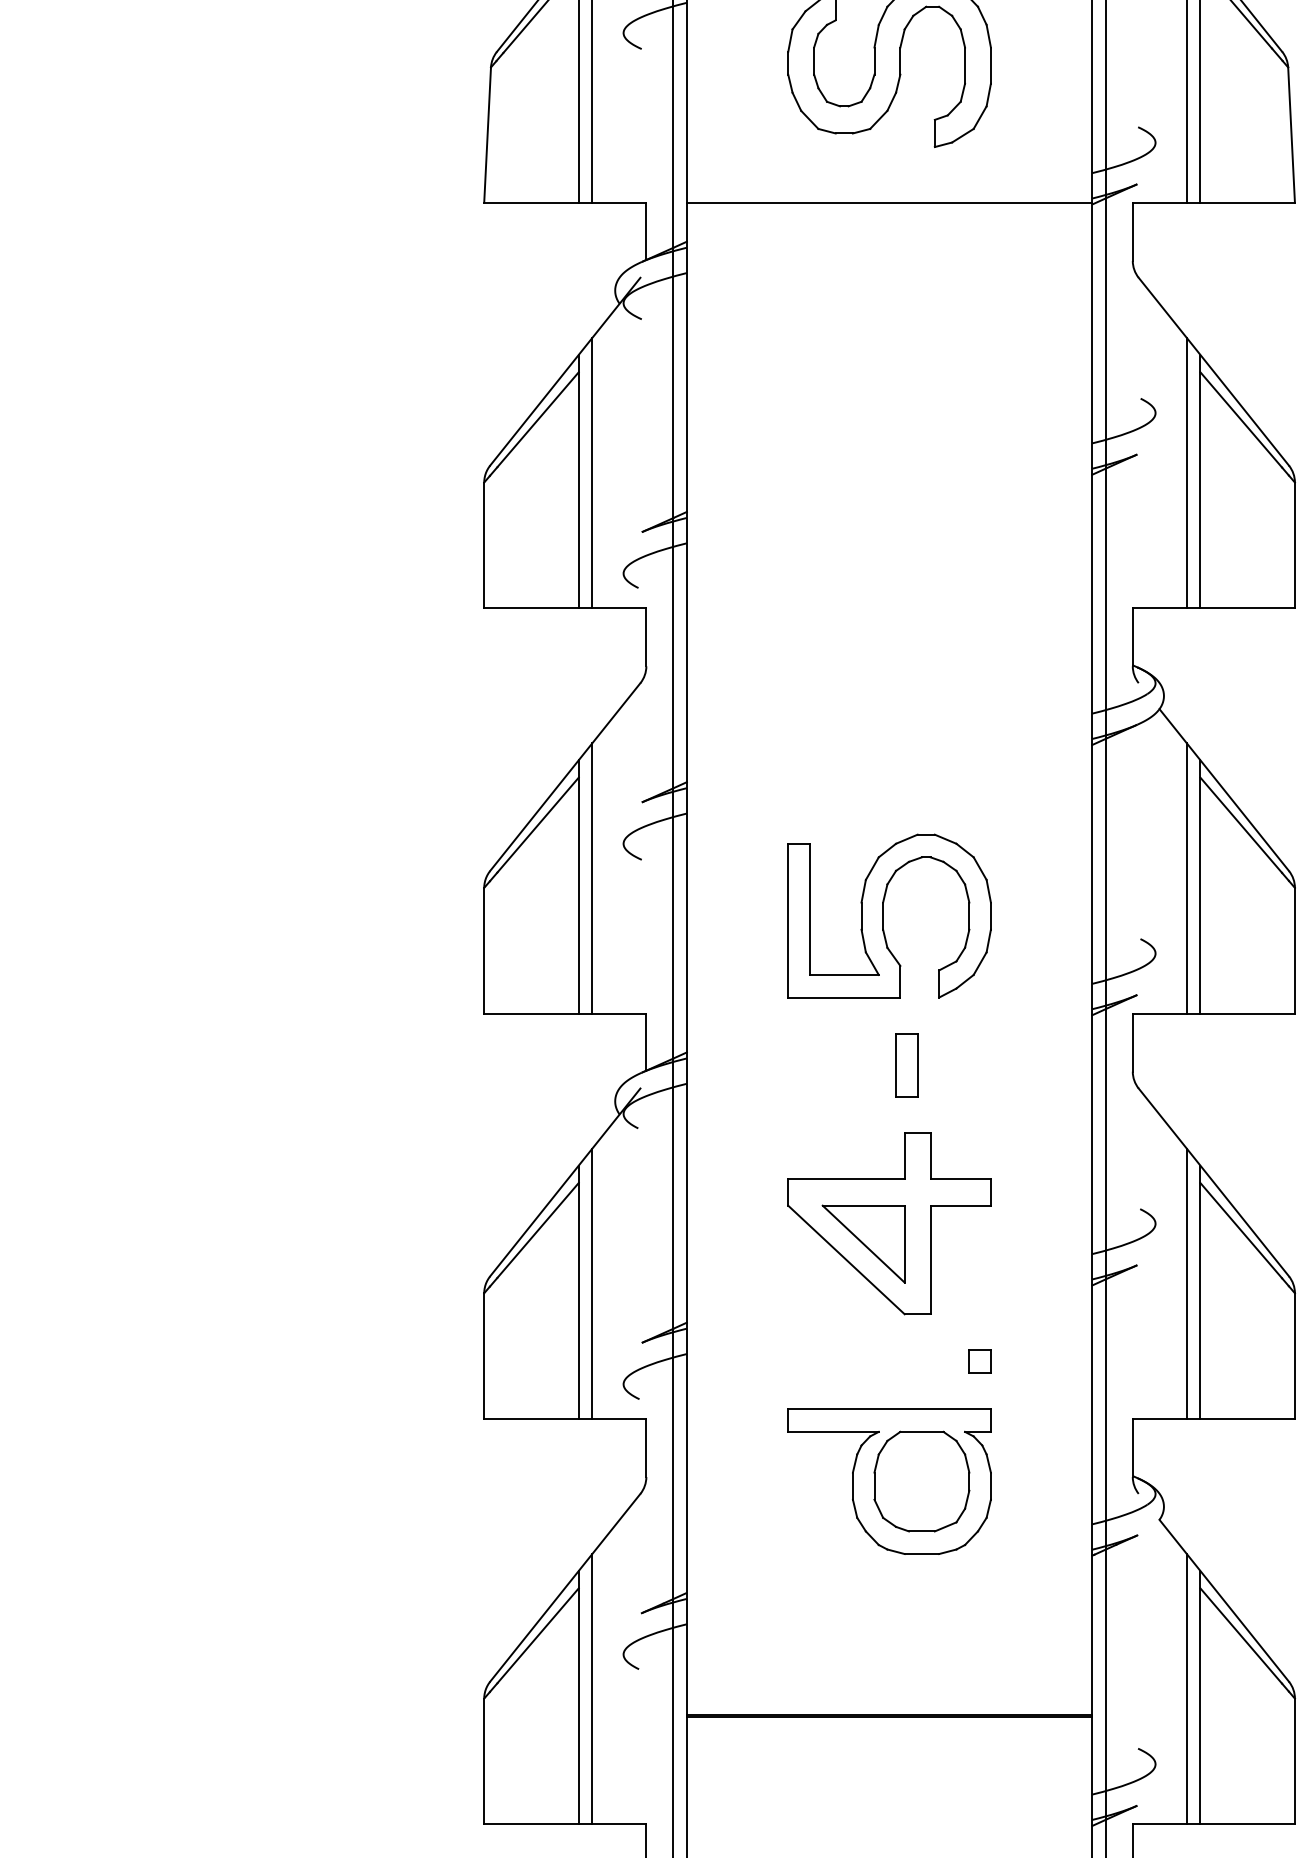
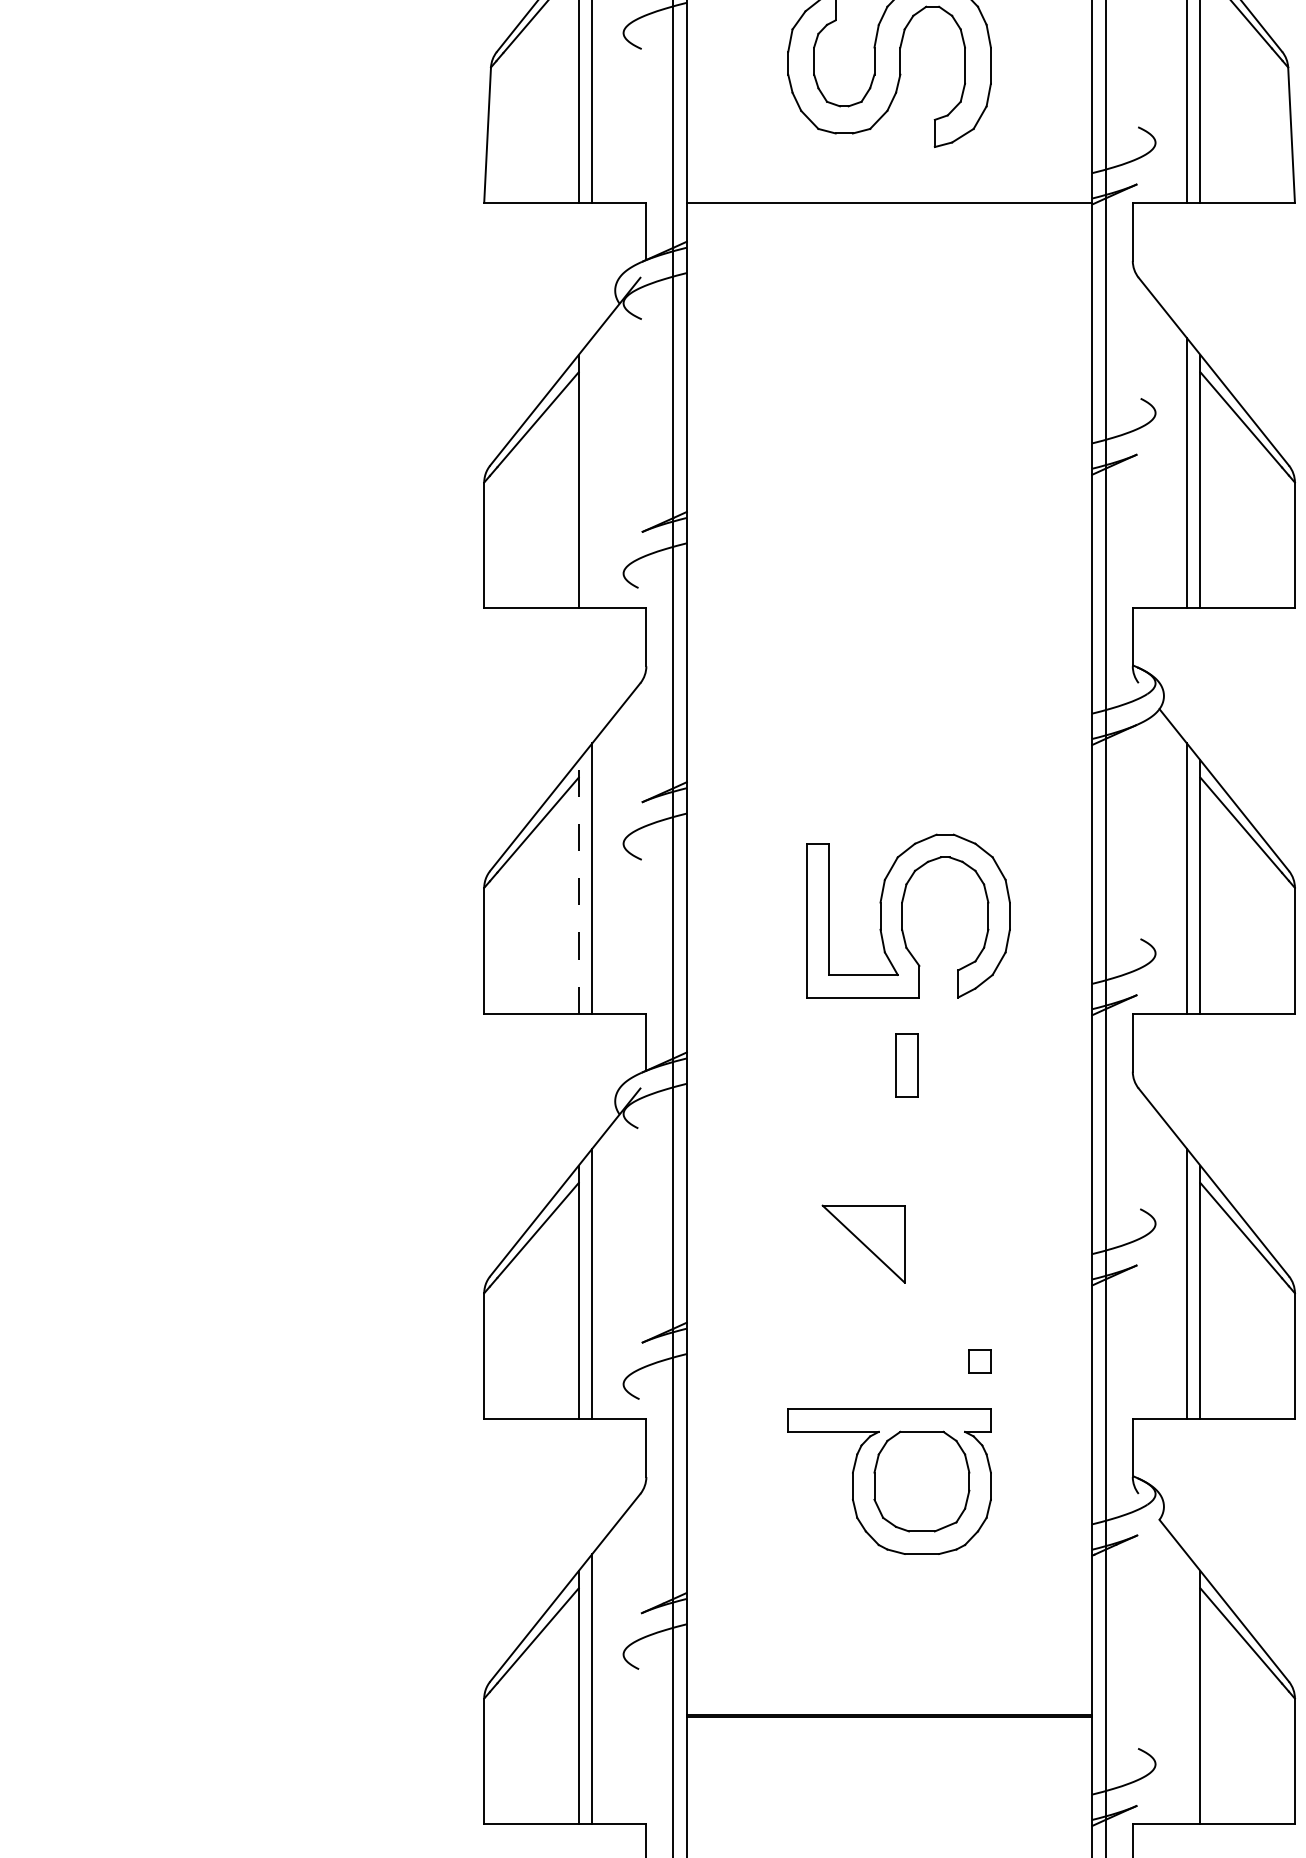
line at (592, 472): present -> none
line at (578, 886): solid -> dashed
part at (889, 915) position: (889, 915) -> (908, 915)
part at (889, 1223): present -> none
line at (1186, 1689): present -> none
